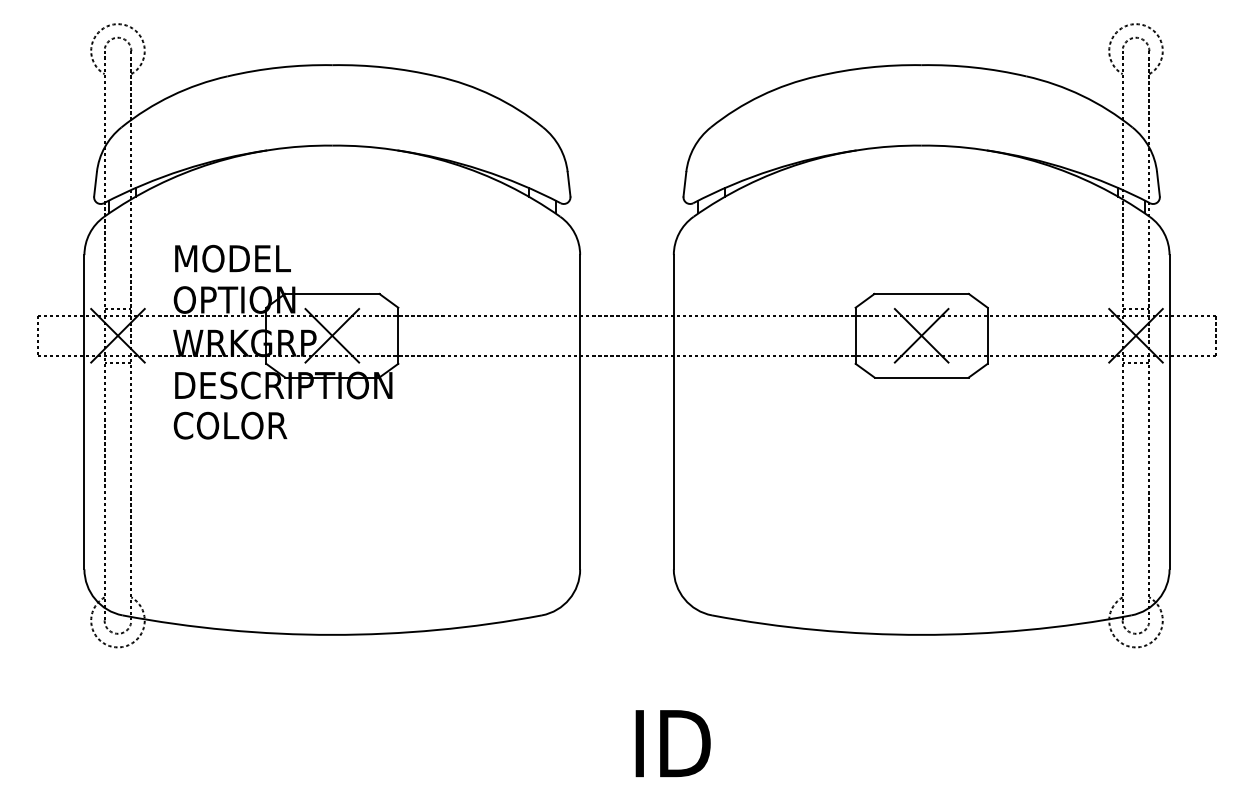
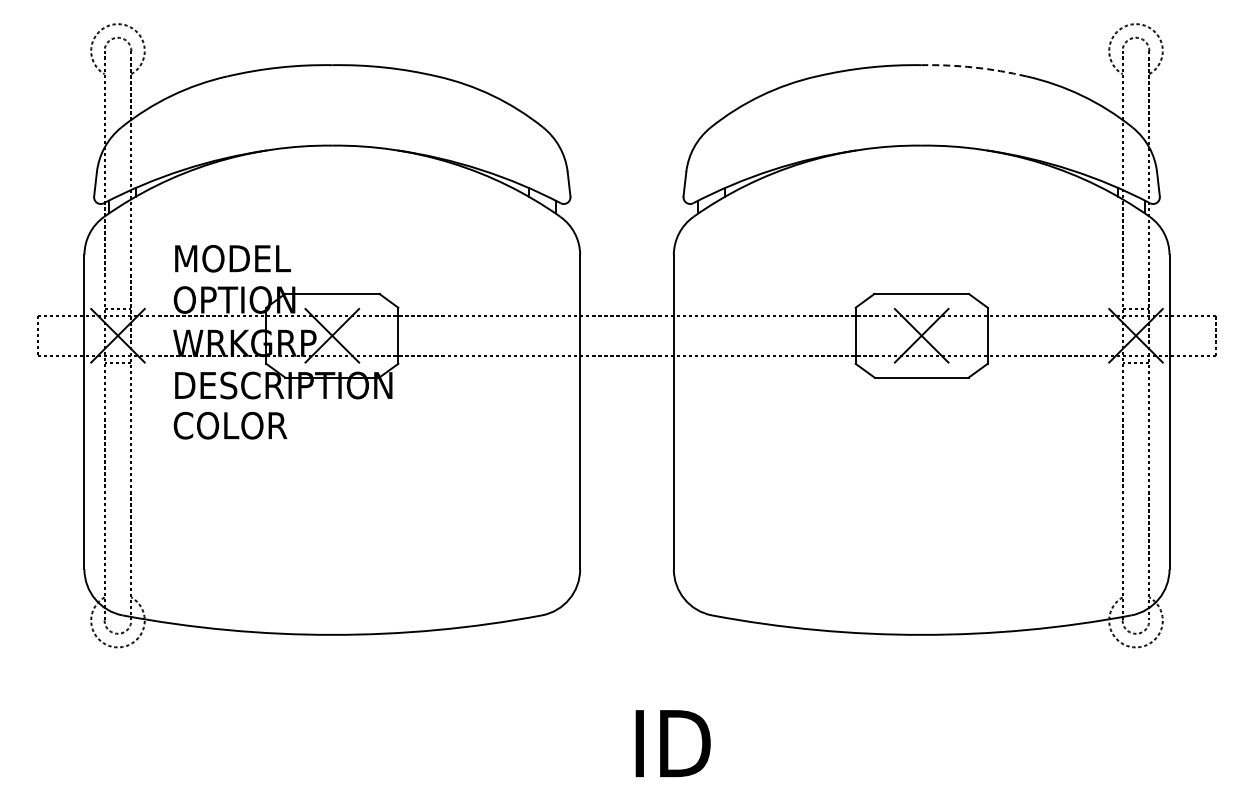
arc at (974, 67): solid -> dashed
